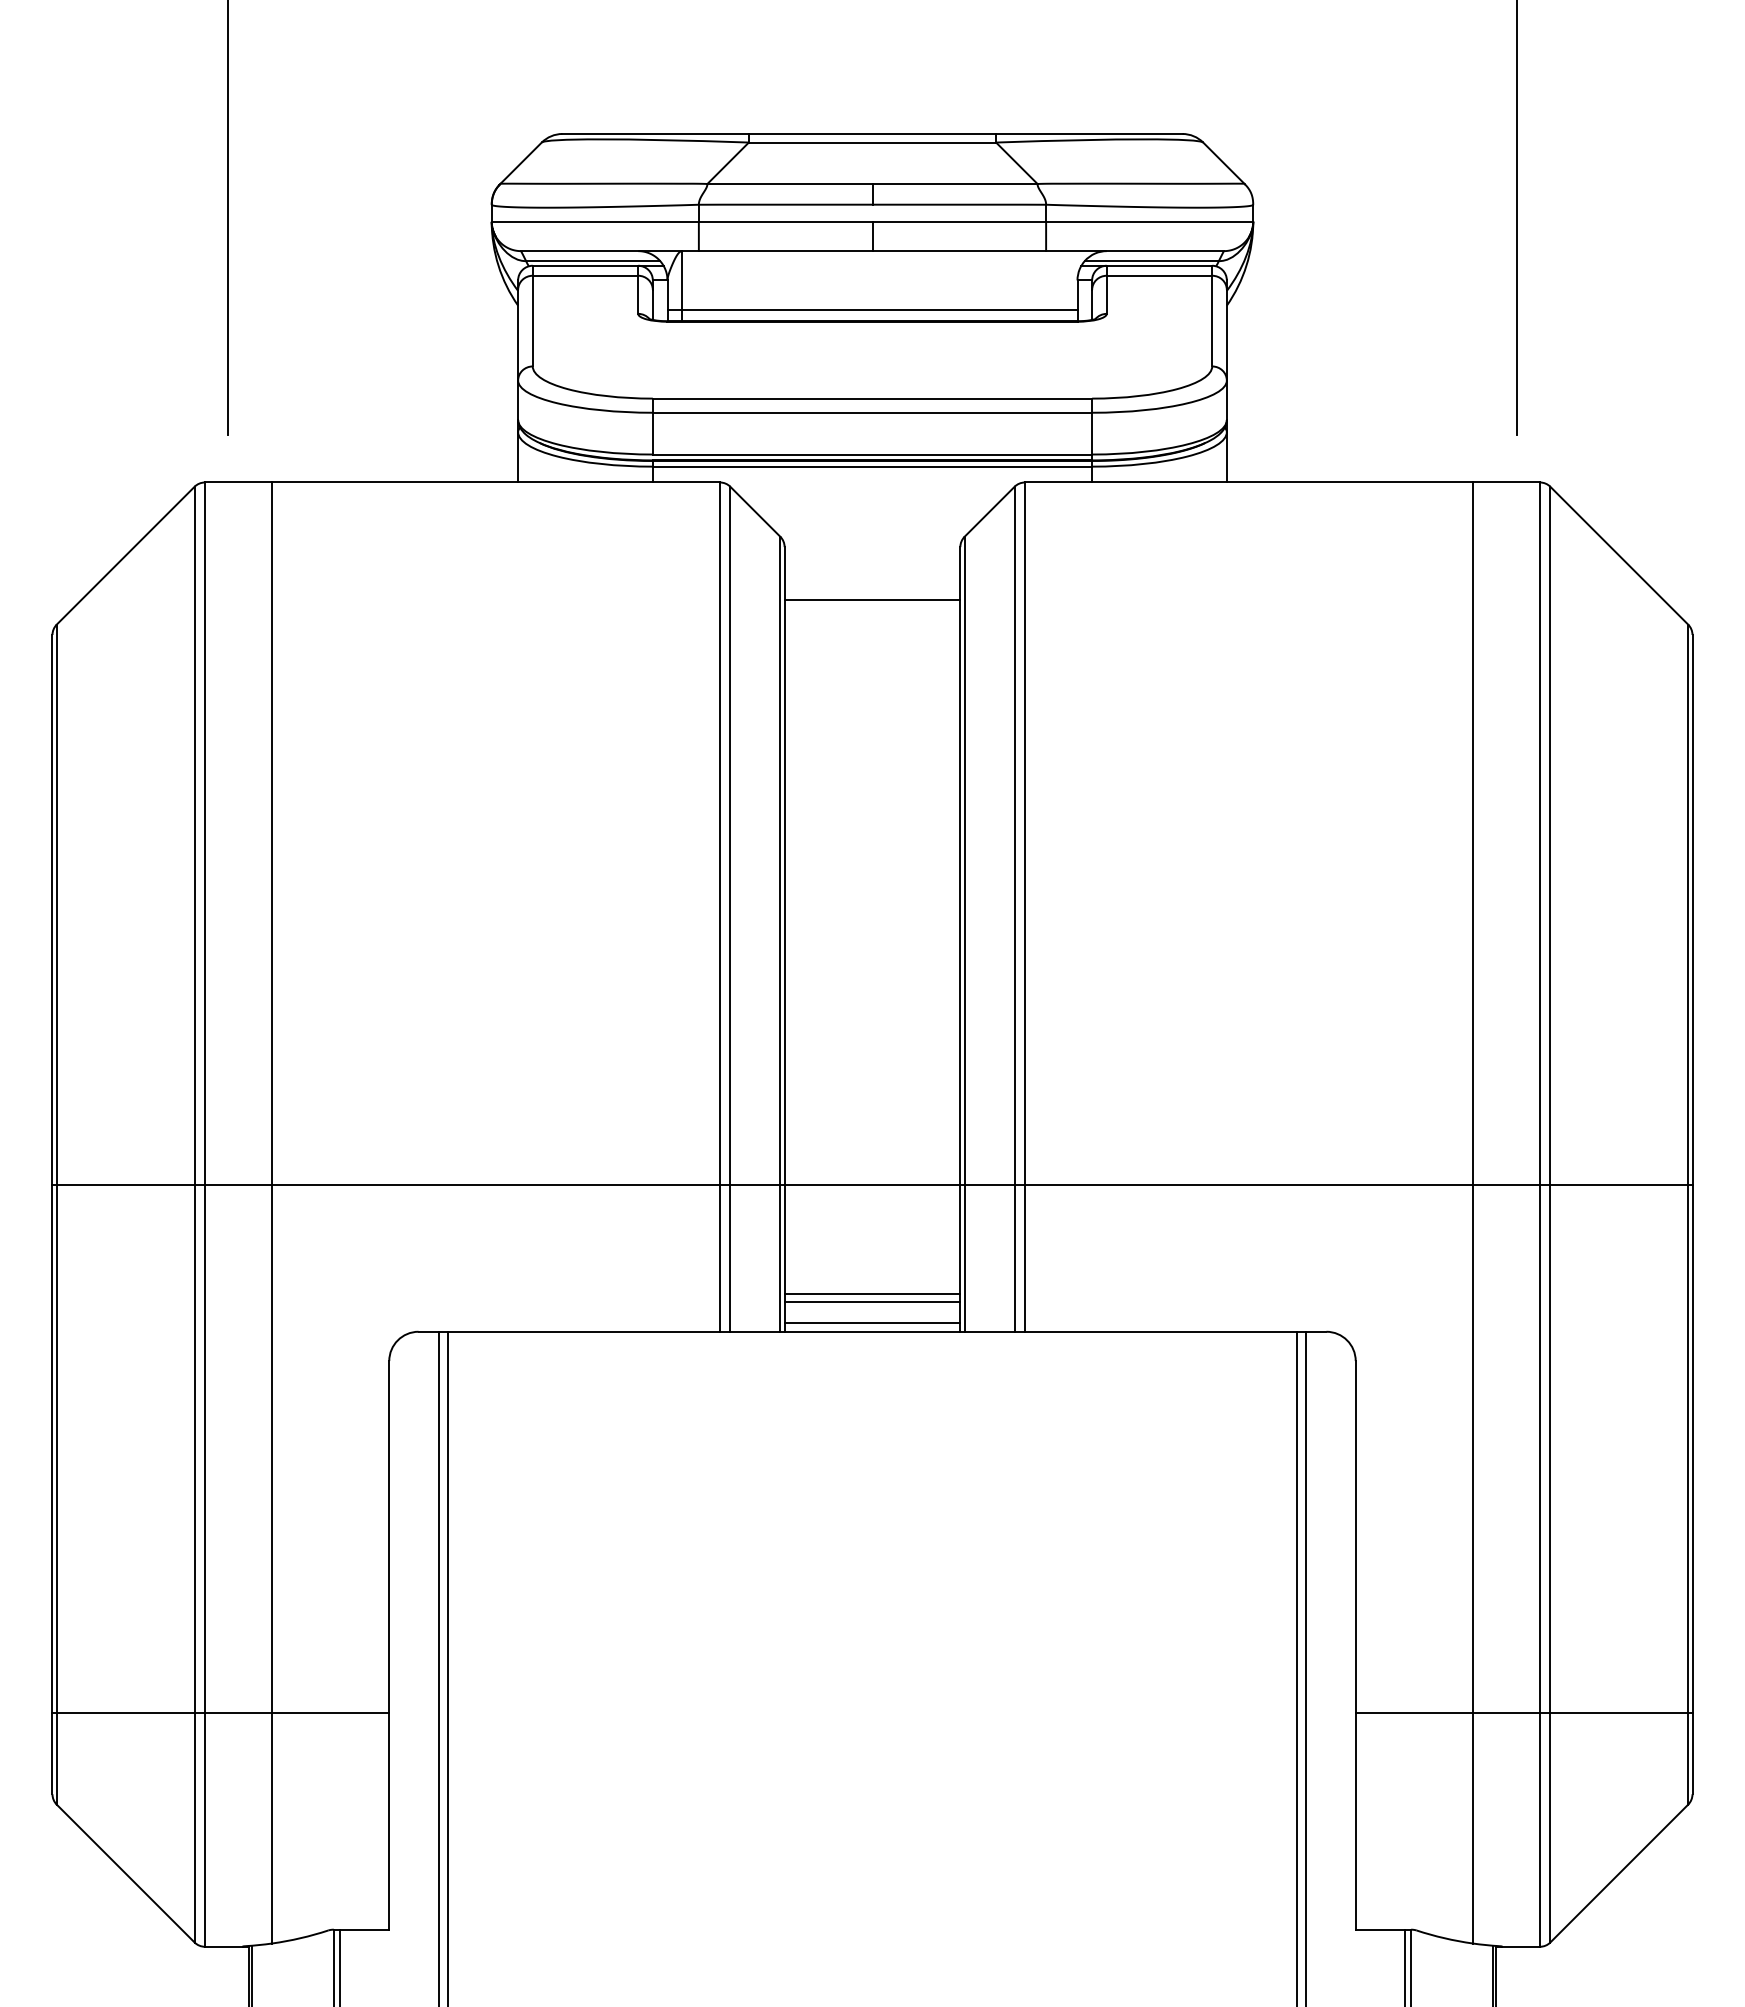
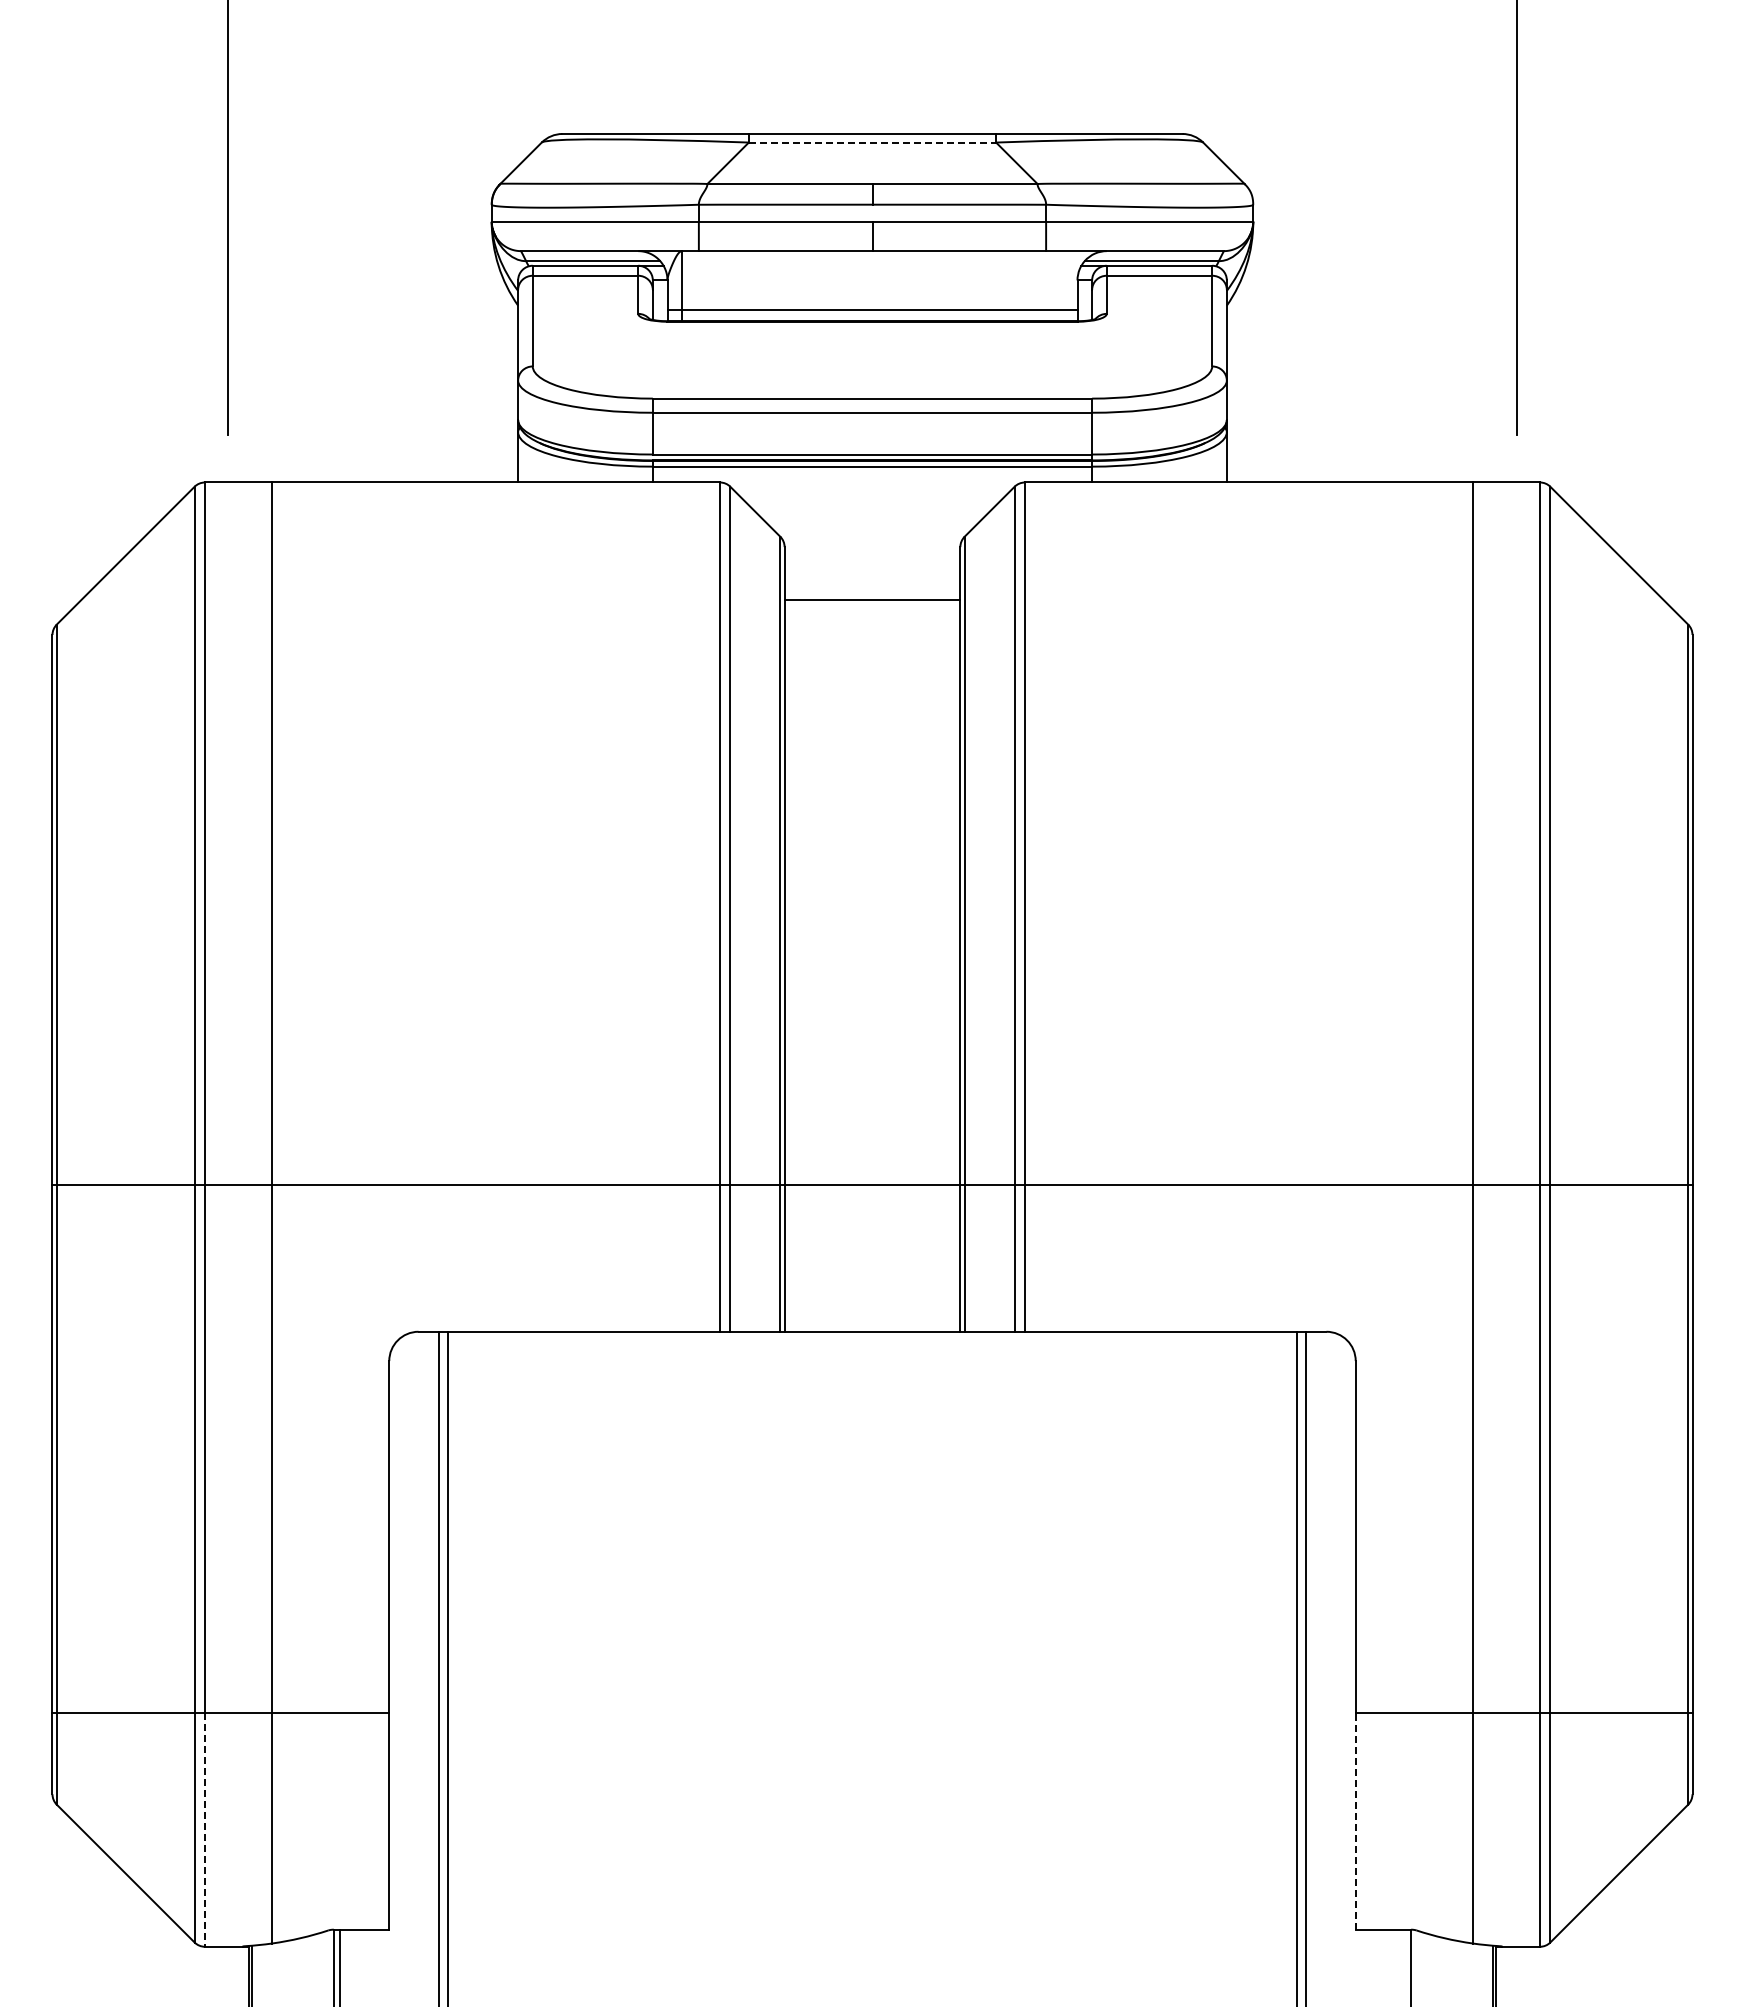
line at (872, 142): solid -> dashed
line at (872, 1293): present -> none
line at (872, 1302): present -> none
line at (872, 1323): present -> none
line at (1355, 1821): solid -> dashed
line at (204, 1830): solid -> dashed
line at (1405, 1966): present -> none
